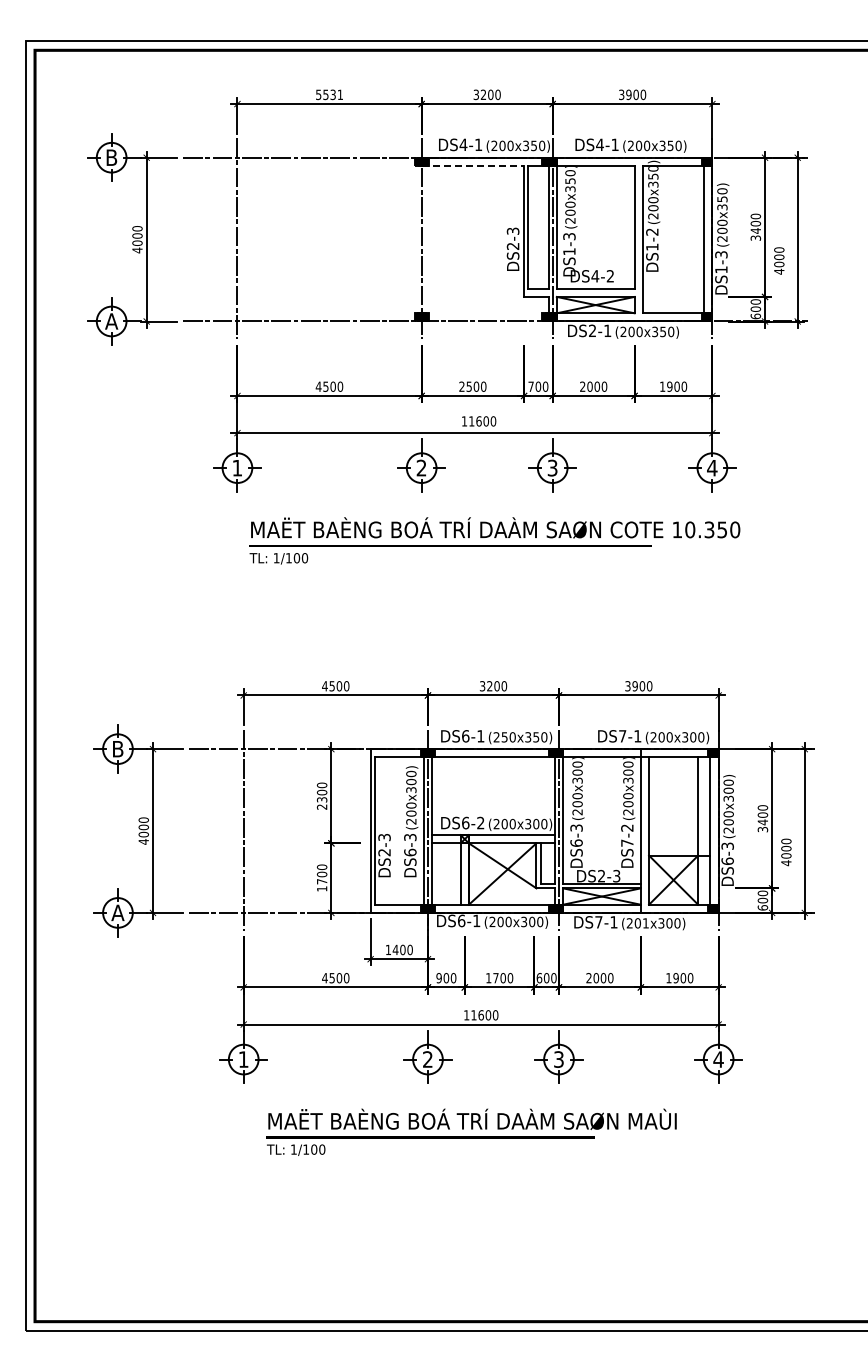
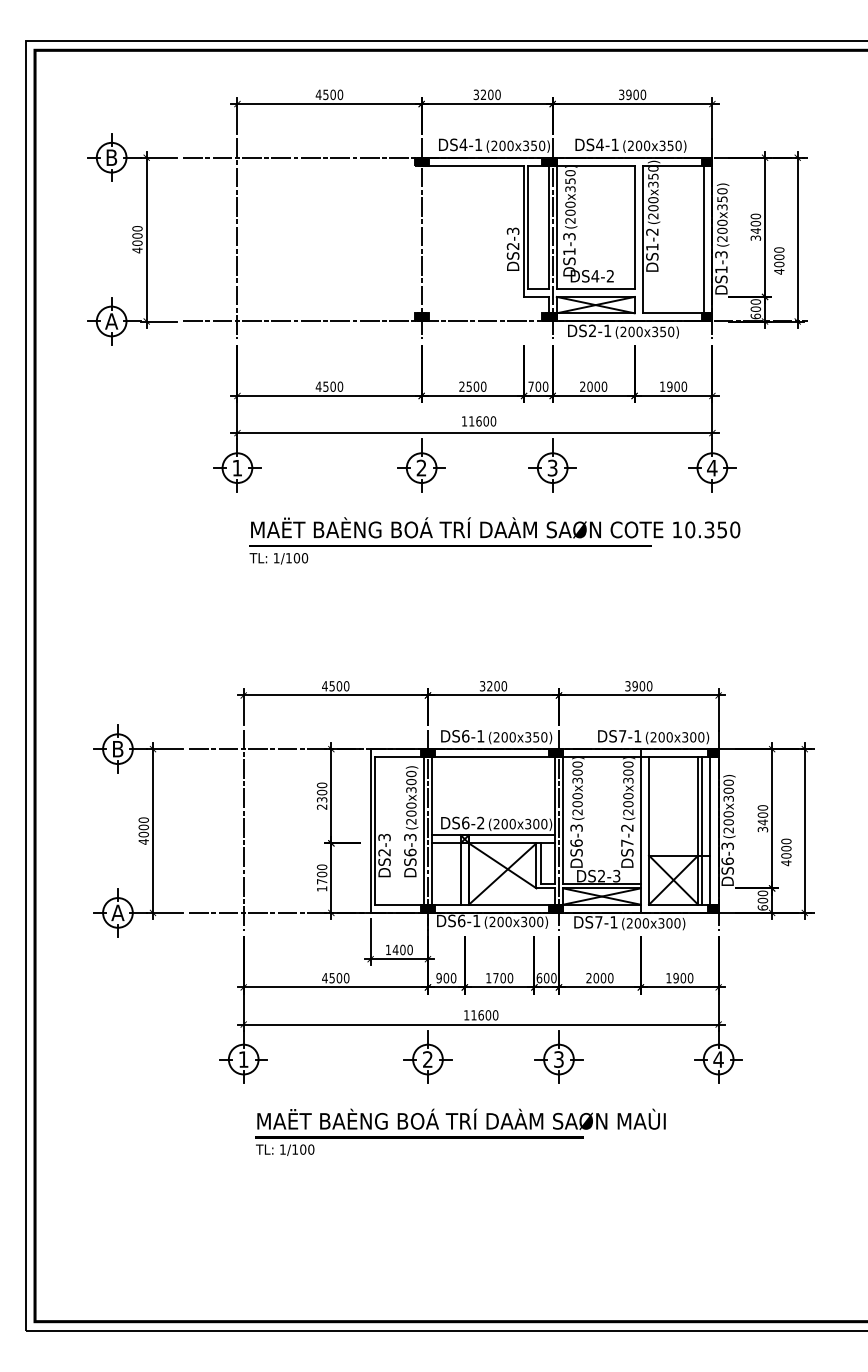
text at (329, 94): 5531 -> 4500
line at (473, 165): dashed -> solid
text at (504, 737): (250x350) -> (200x350)
line at (702, 830): none -> present
text at (645, 923): (201x300) -> (200x300)
text at (471, 1131) position: (471, 1131) -> (460, 1131)
